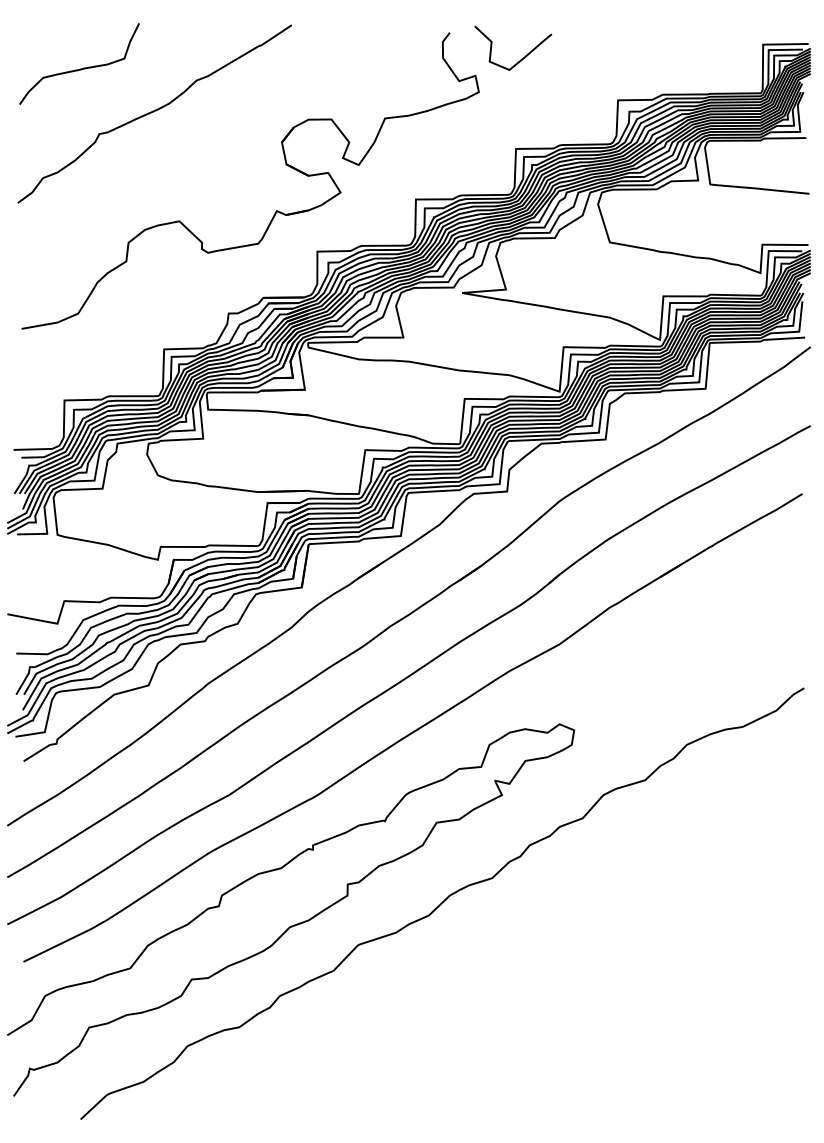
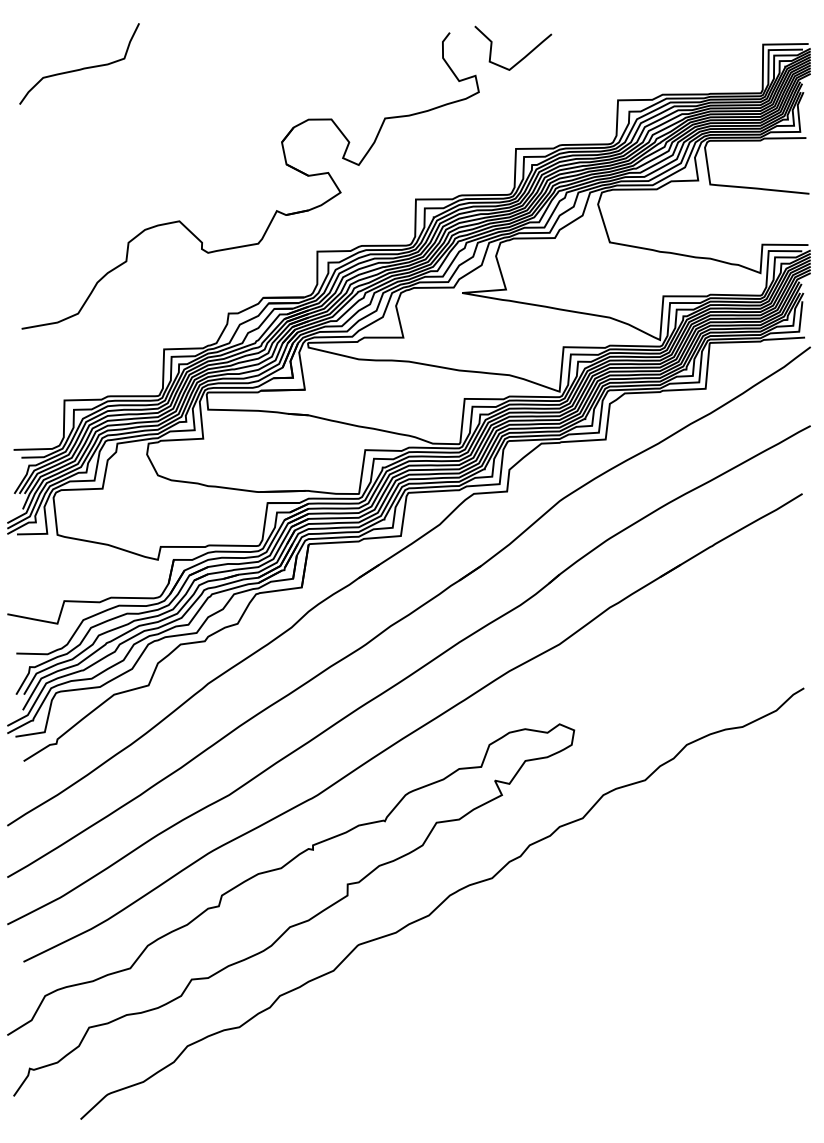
curve at (153, 112): present -> none
